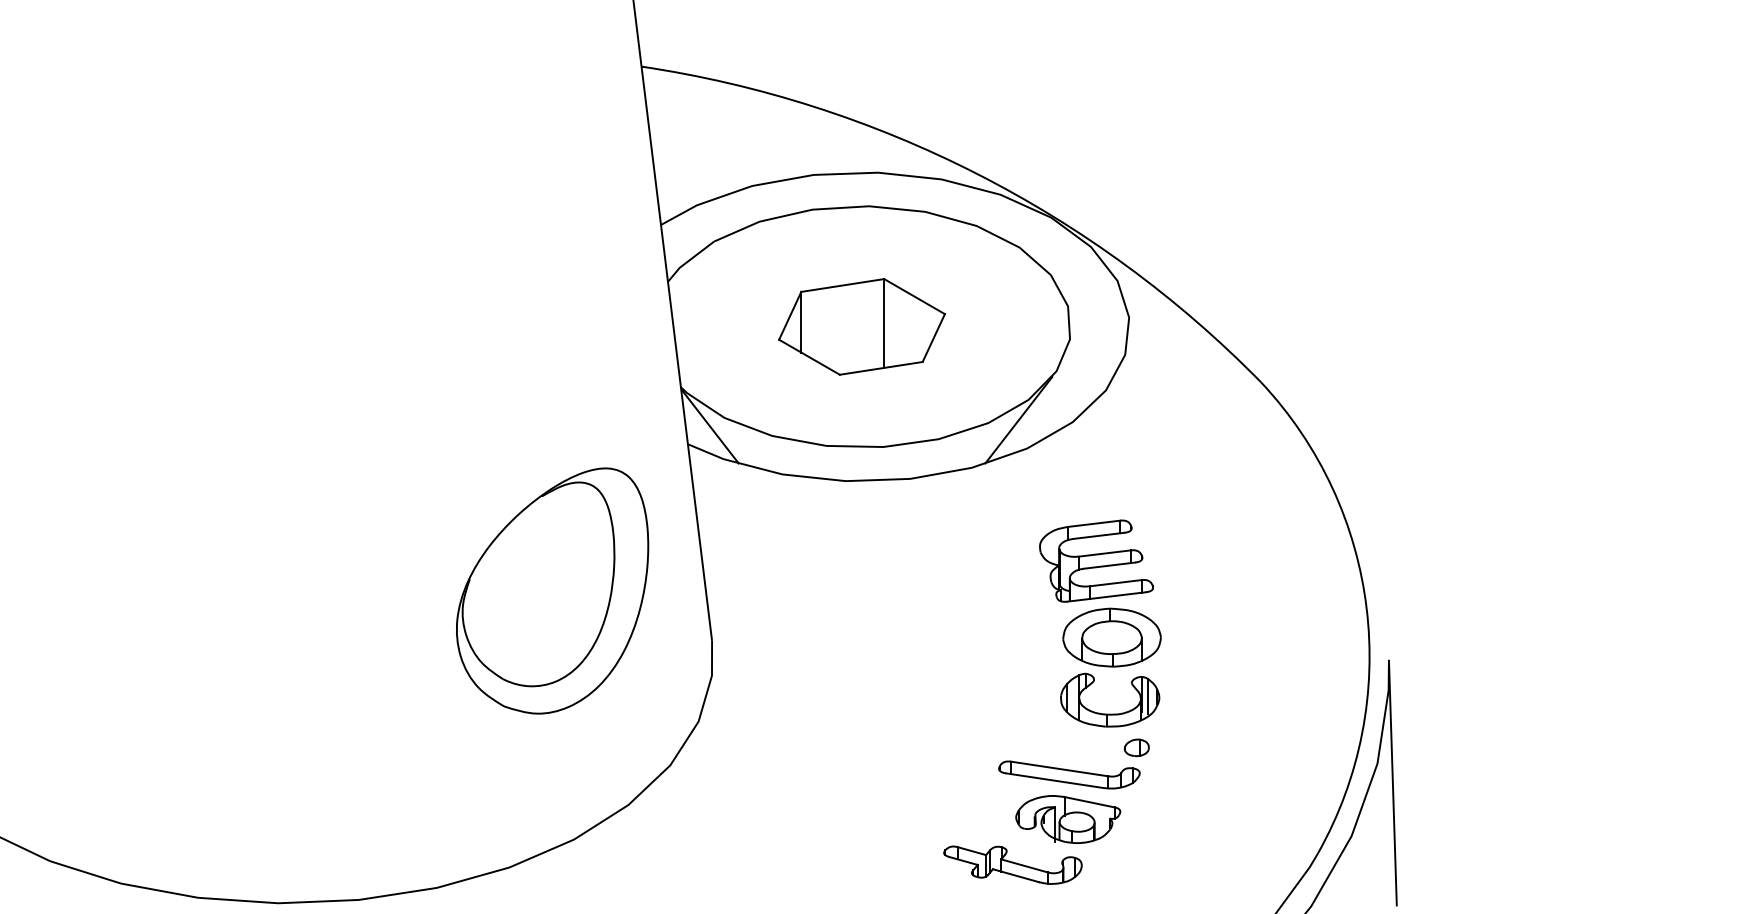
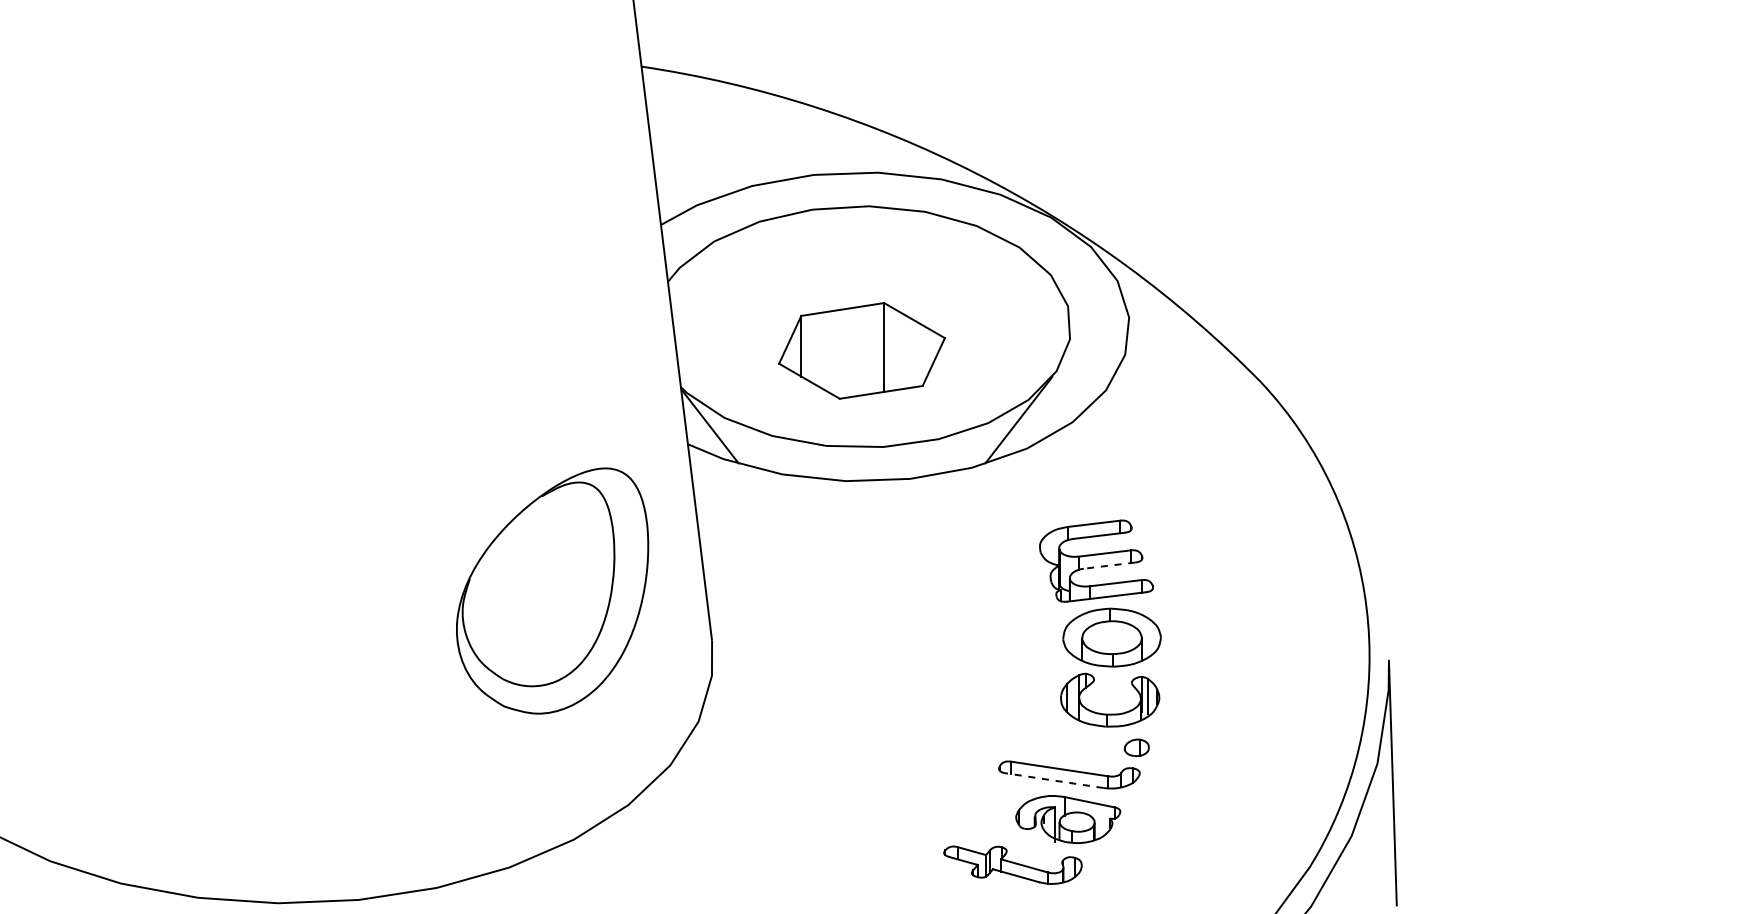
part at (861, 326) position: (861, 326) -> (861, 350)
line at (1109, 565): solid -> dashed
line at (1054, 780): solid -> dashed
